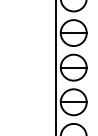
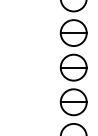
line at (55, 67): present -> none
